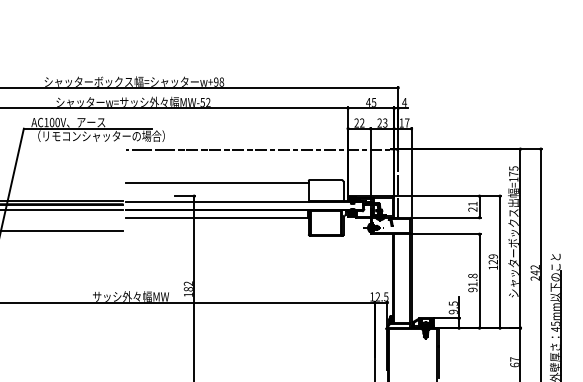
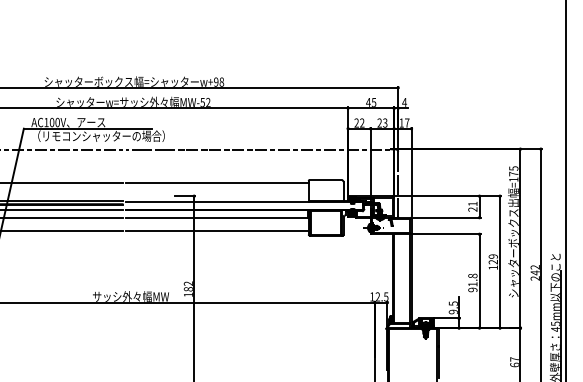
line at (62, 150): none -> present
line at (62, 182): none -> present
line at (565, 190): none -> present
line at (62, 217): none -> present
line at (216, 230): none -> present
